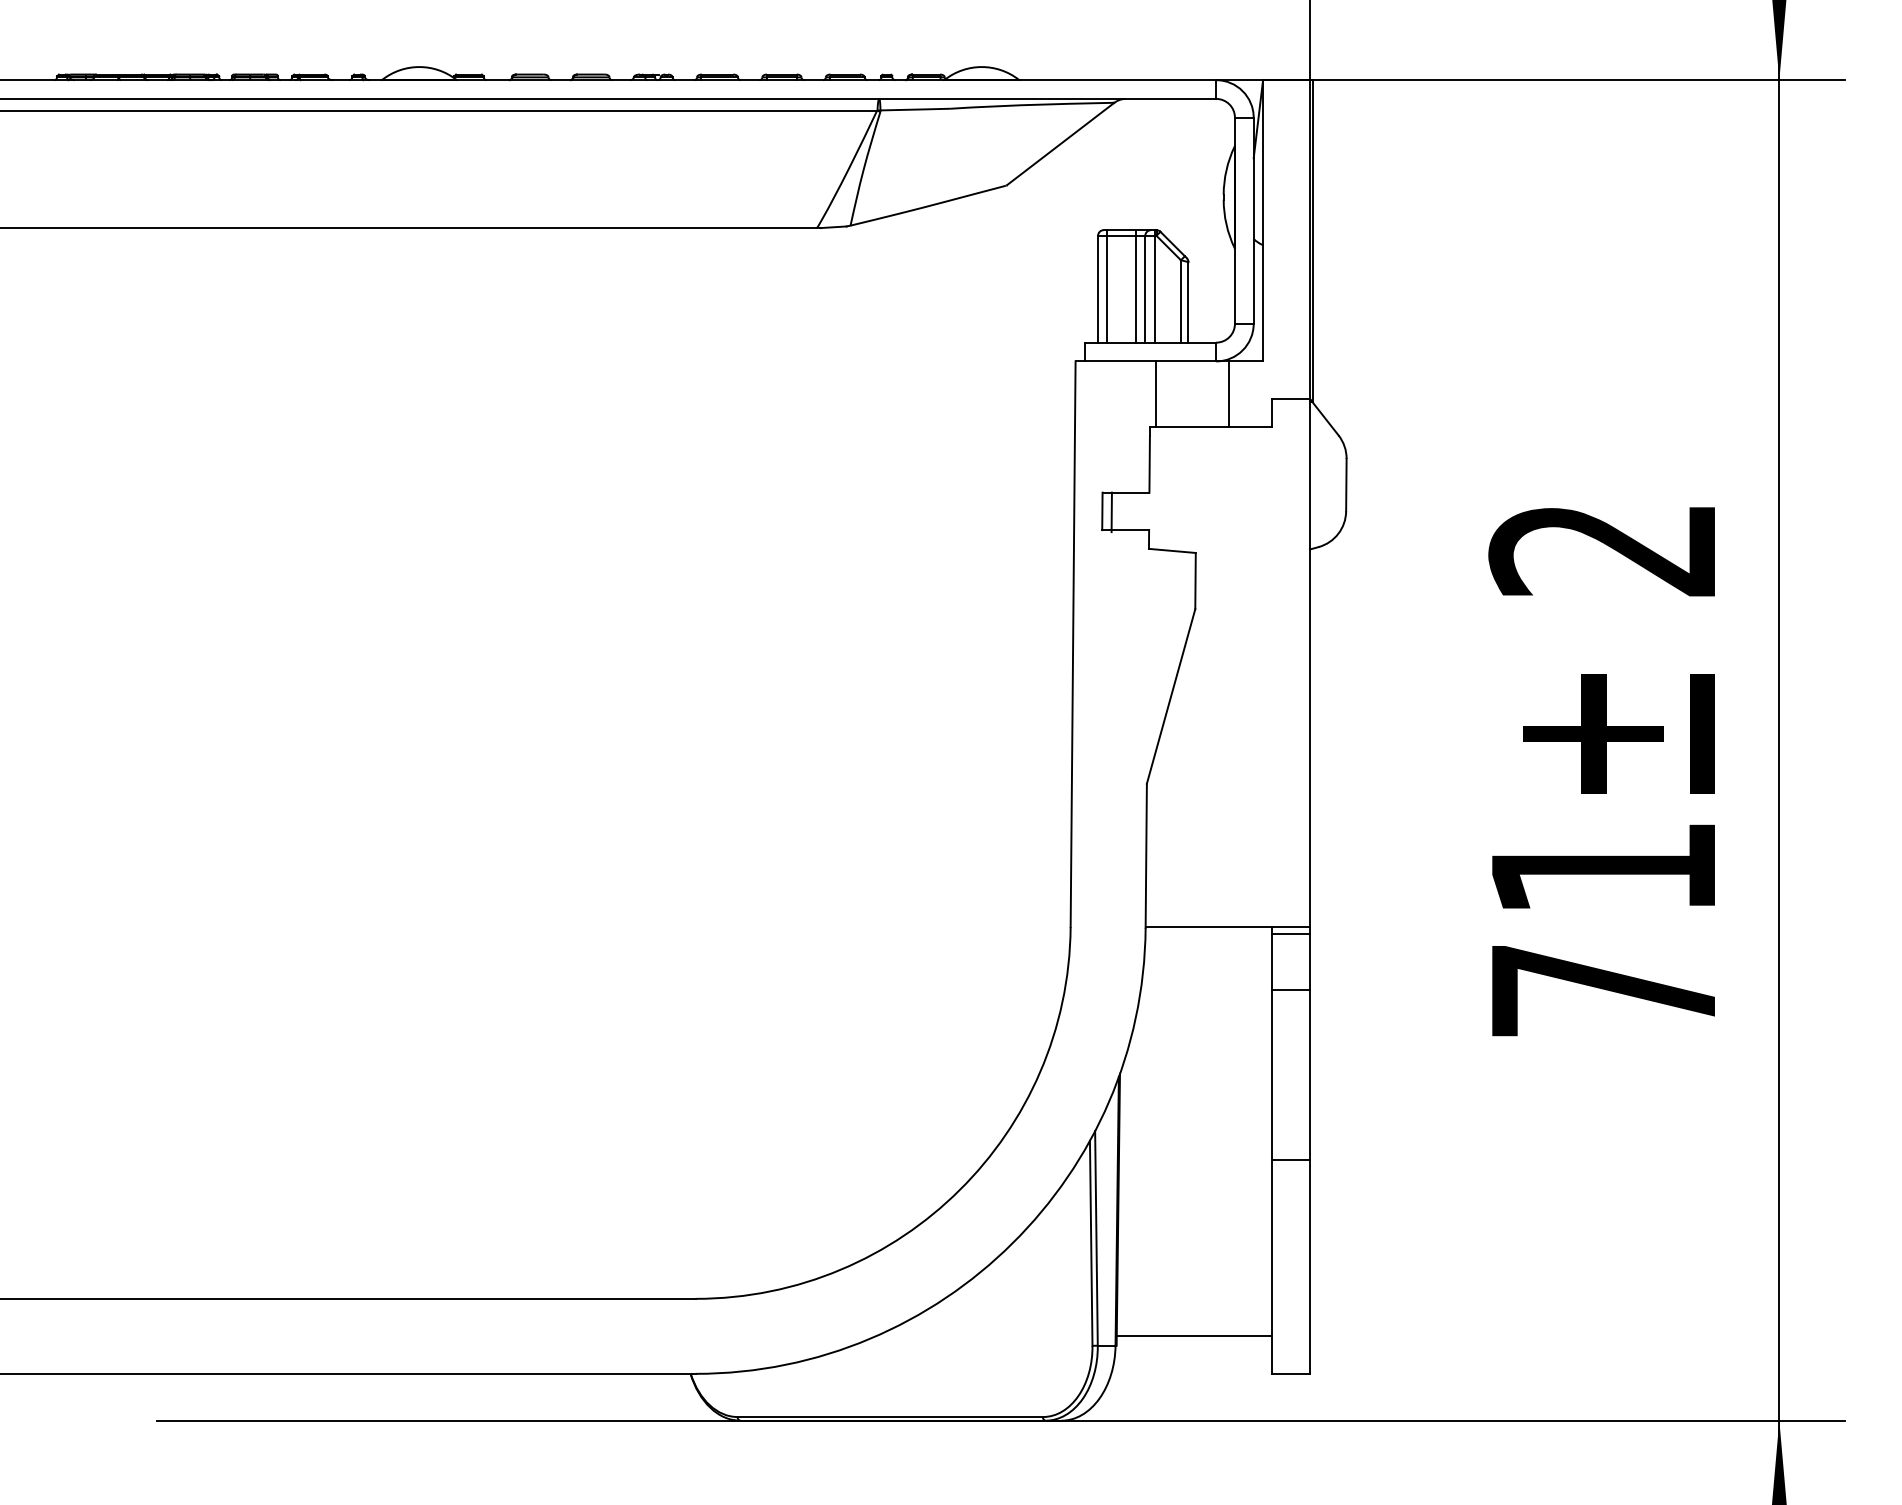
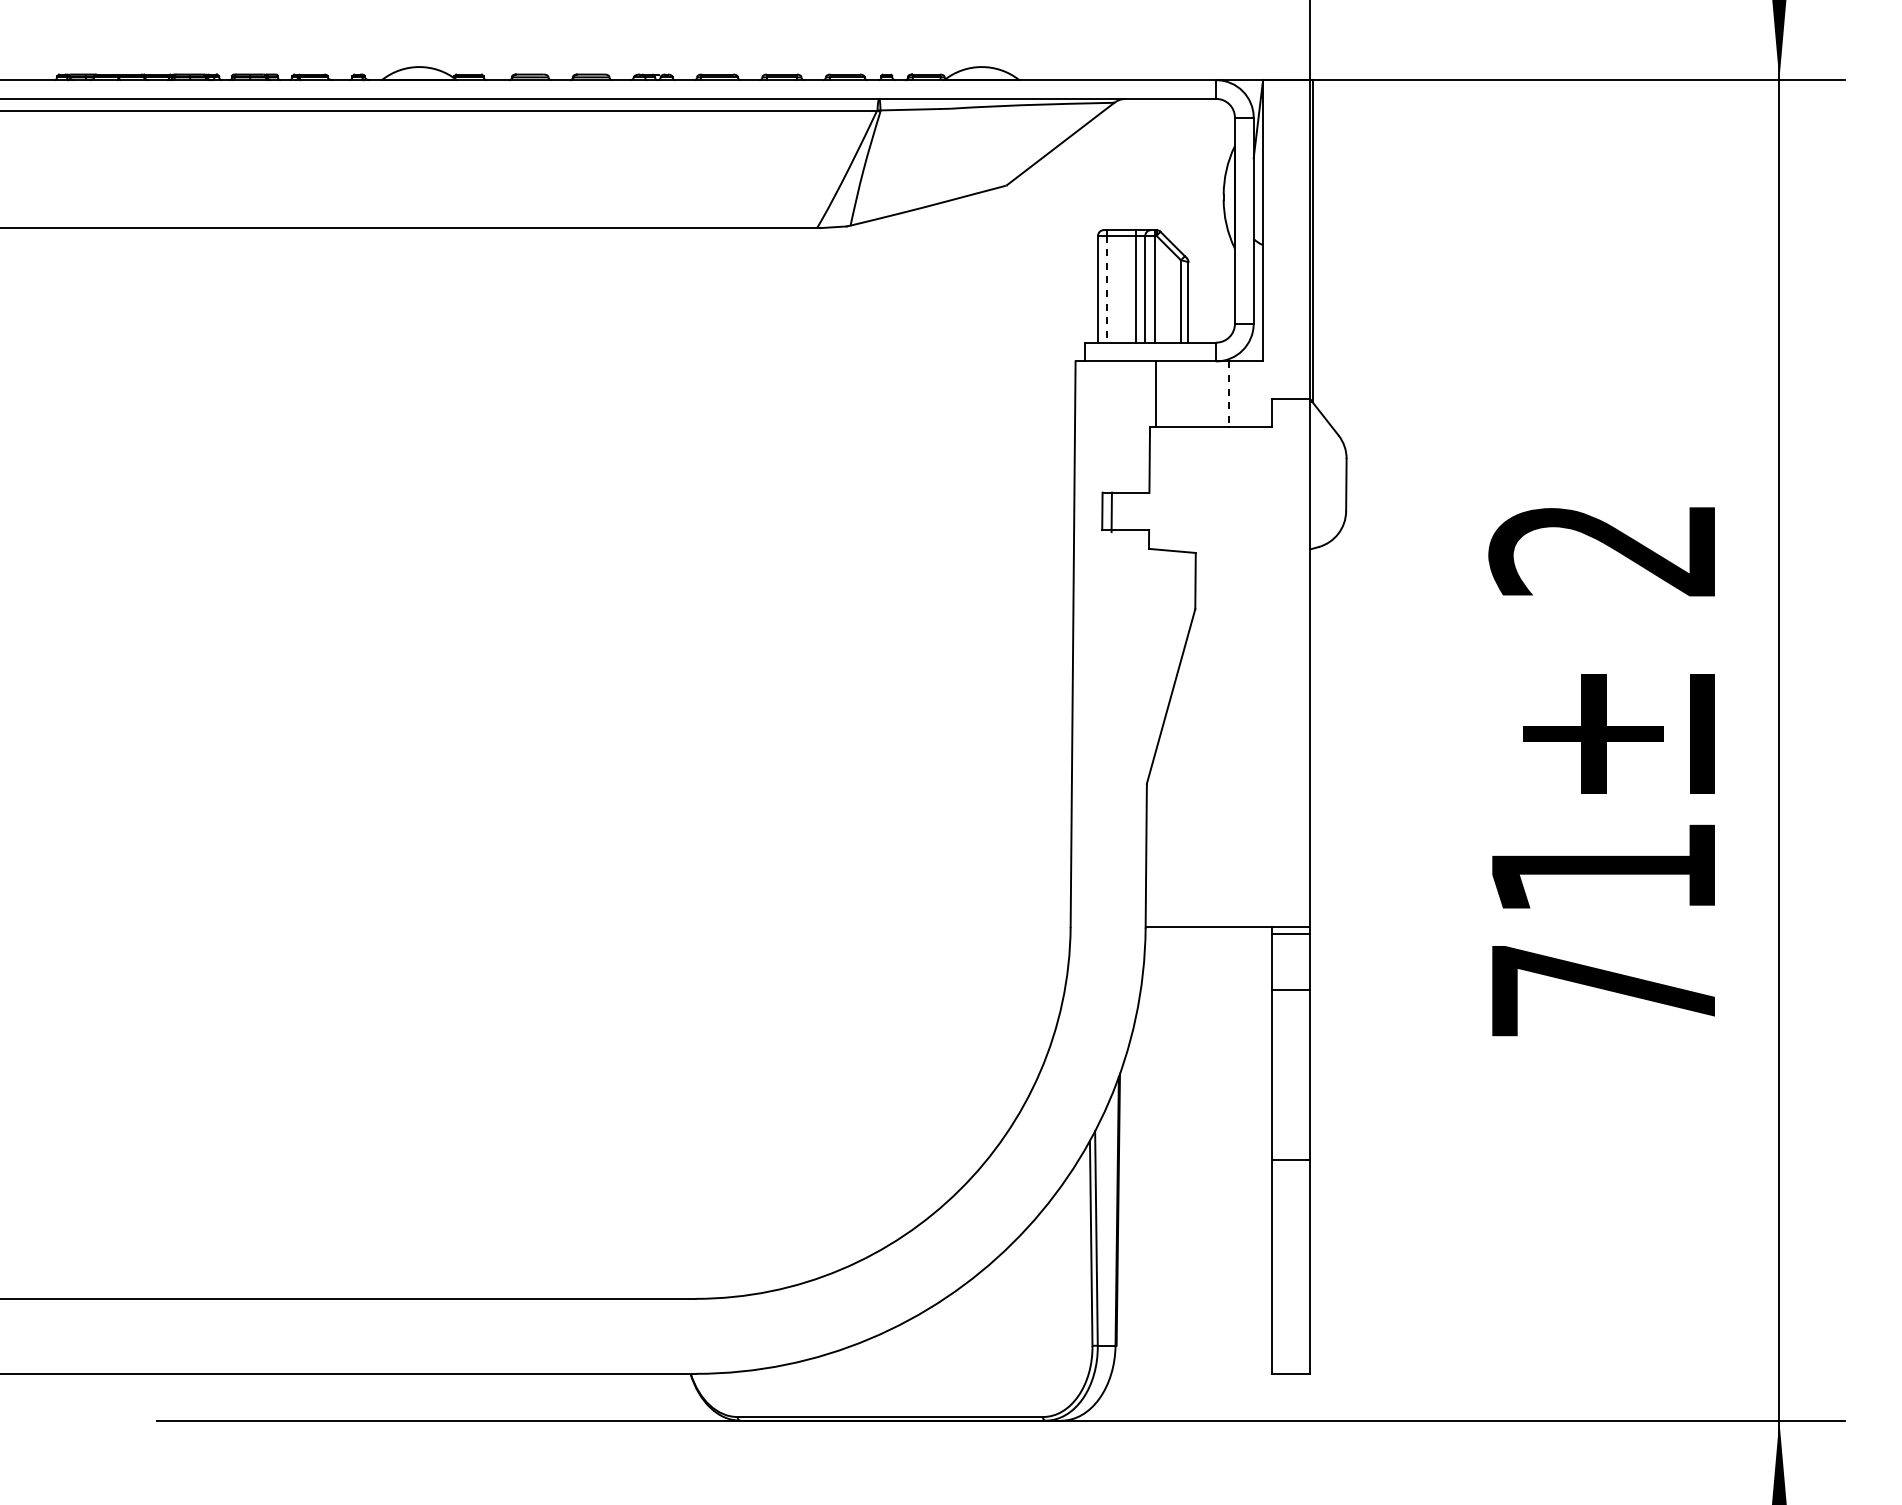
line at (1107, 289): solid -> dashed
line at (1229, 394): solid -> dashed
line at (1194, 1336): present -> none
